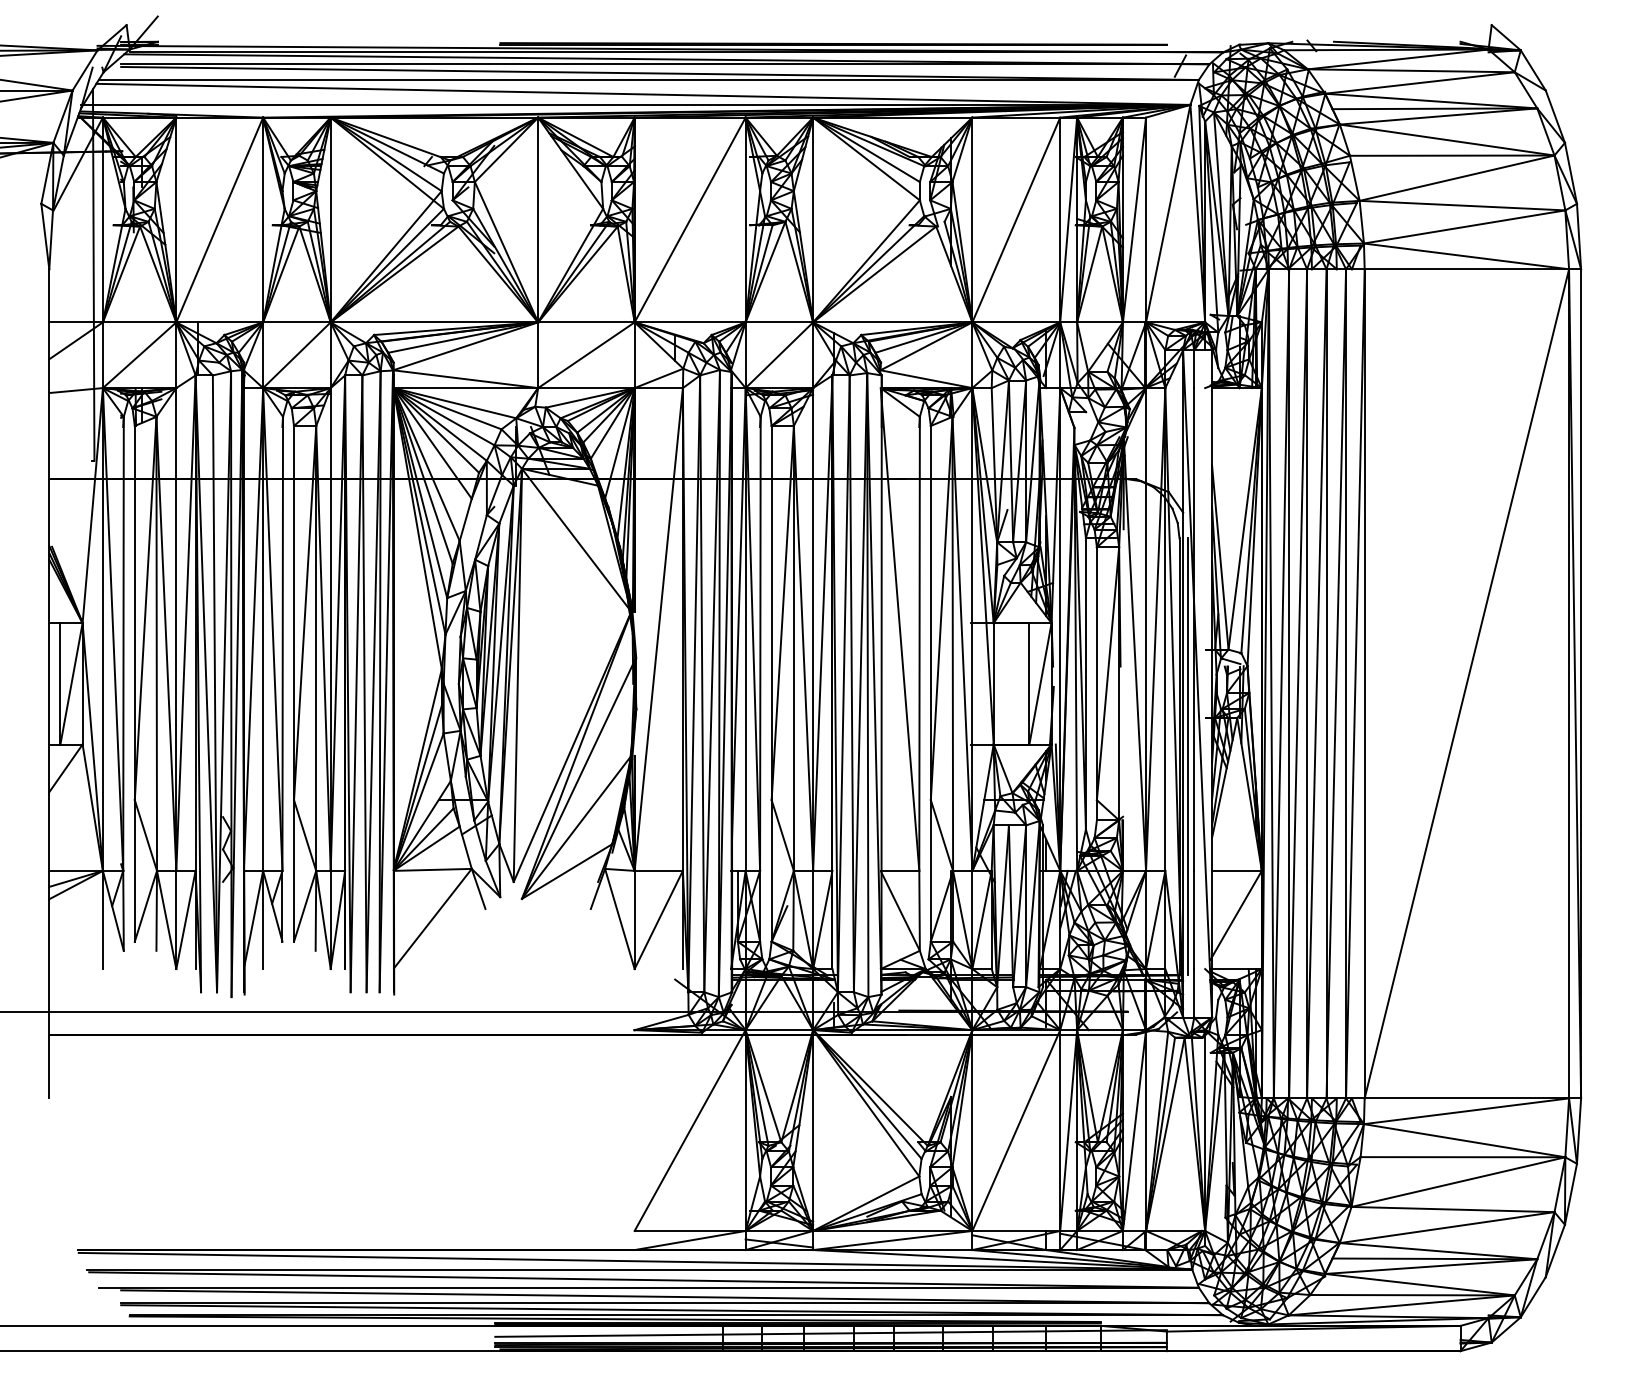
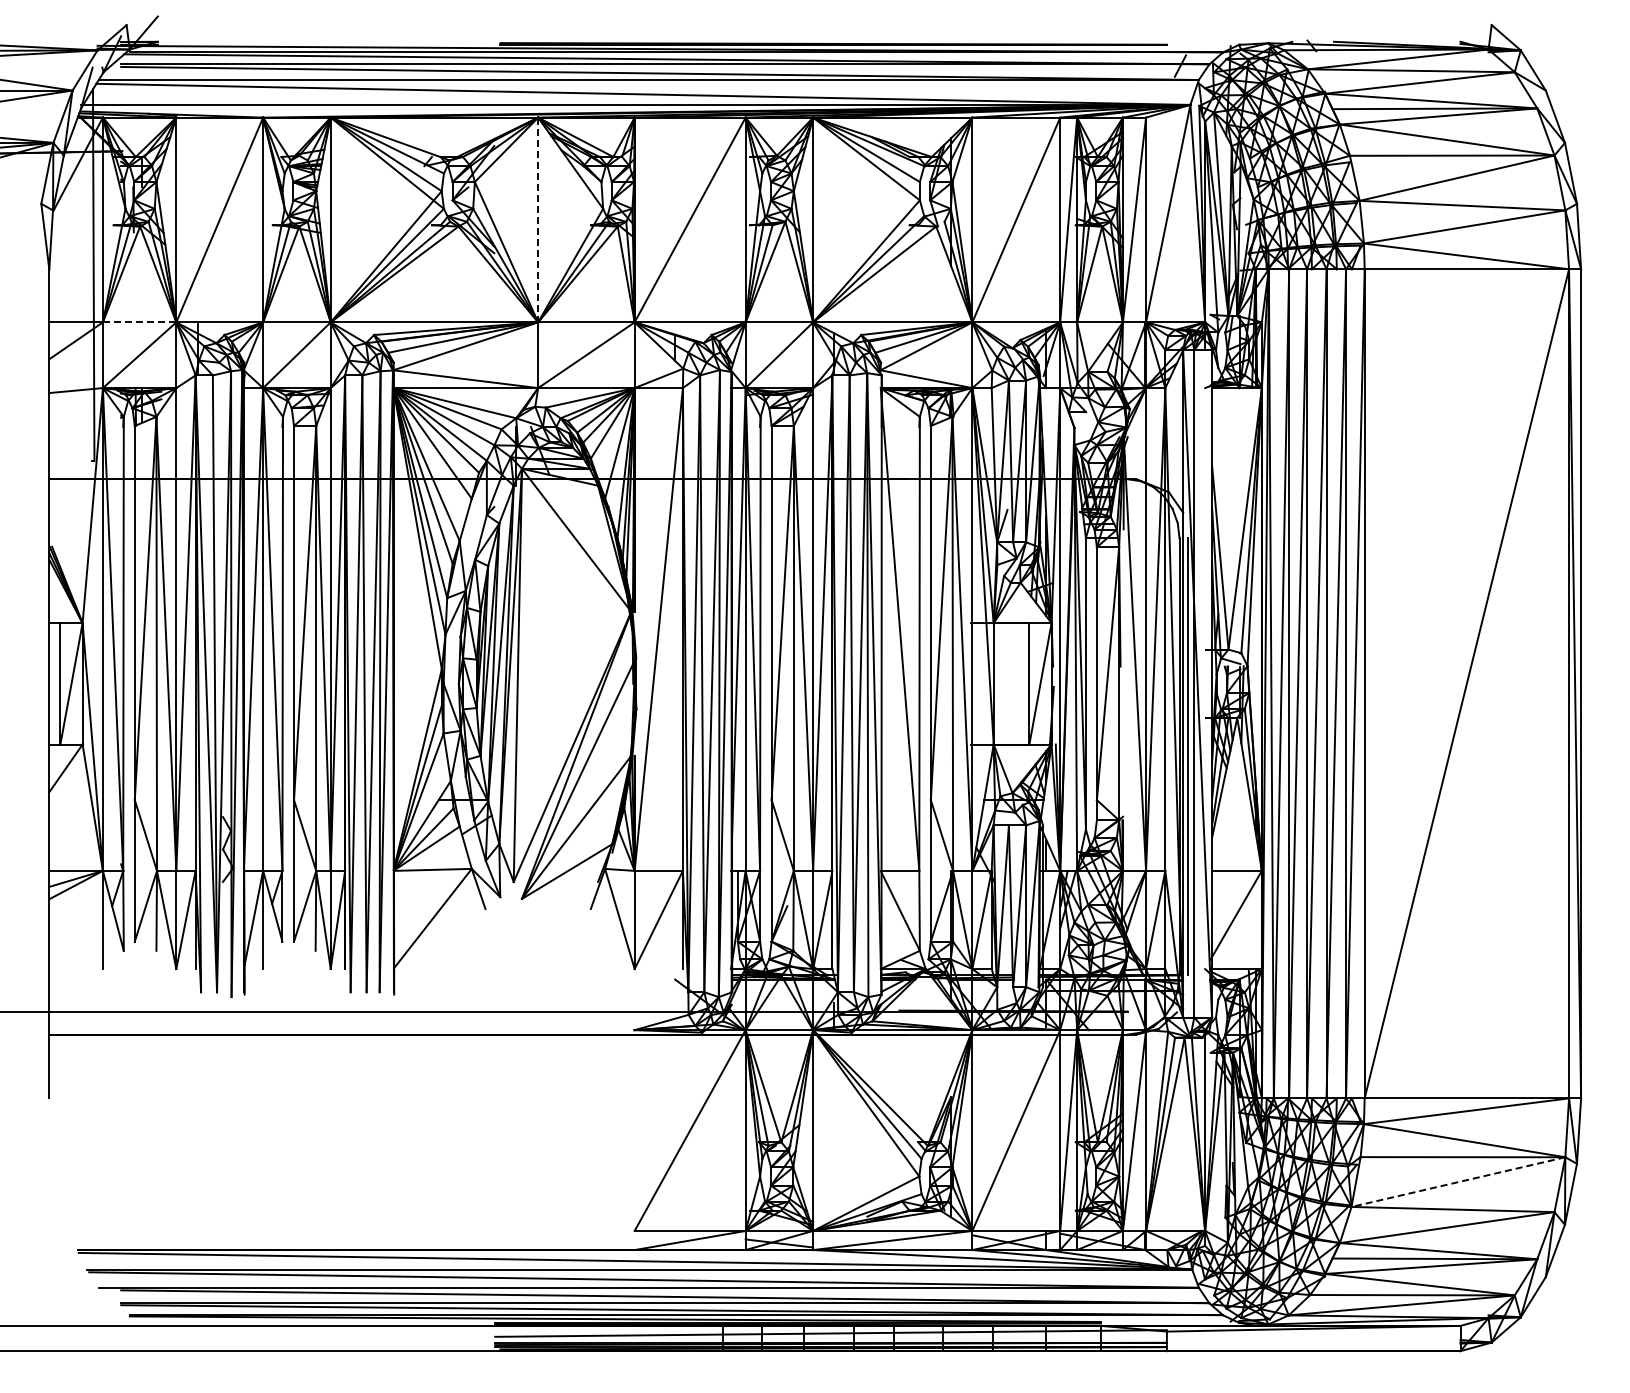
line at (538, 220): solid -> dashed
line at (139, 322): solid -> dashed
line at (1458, 1182): solid -> dashed
